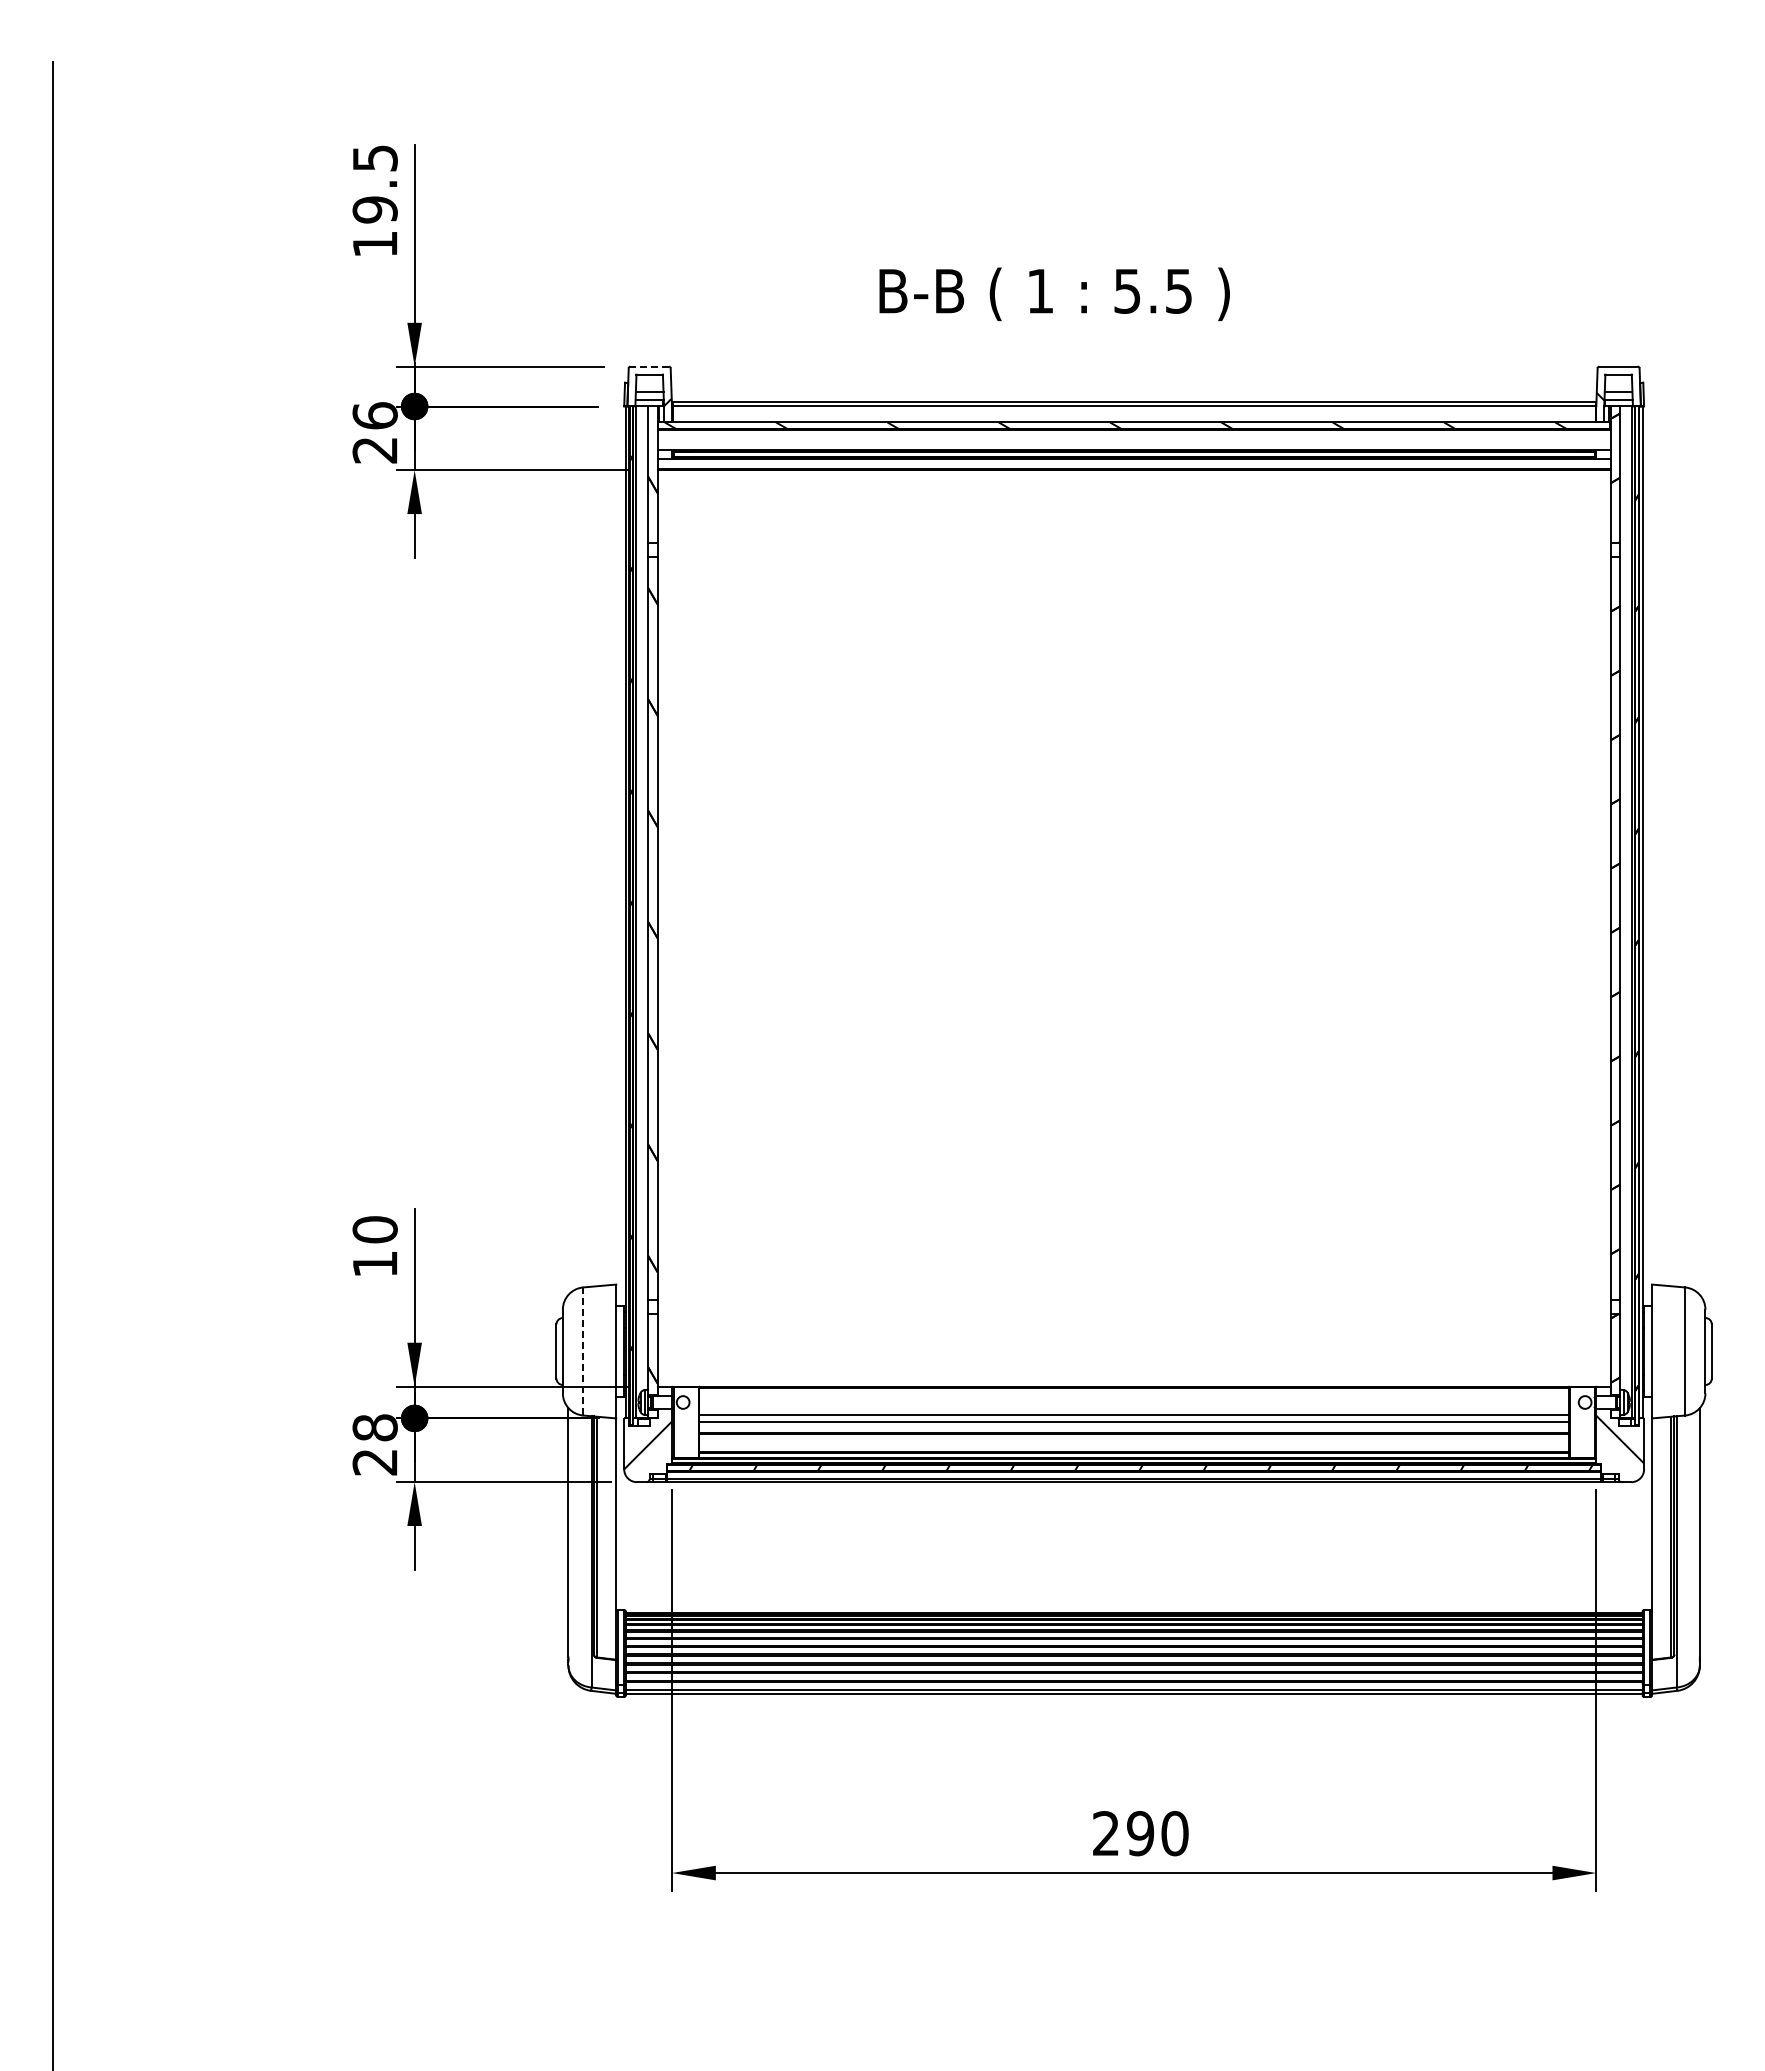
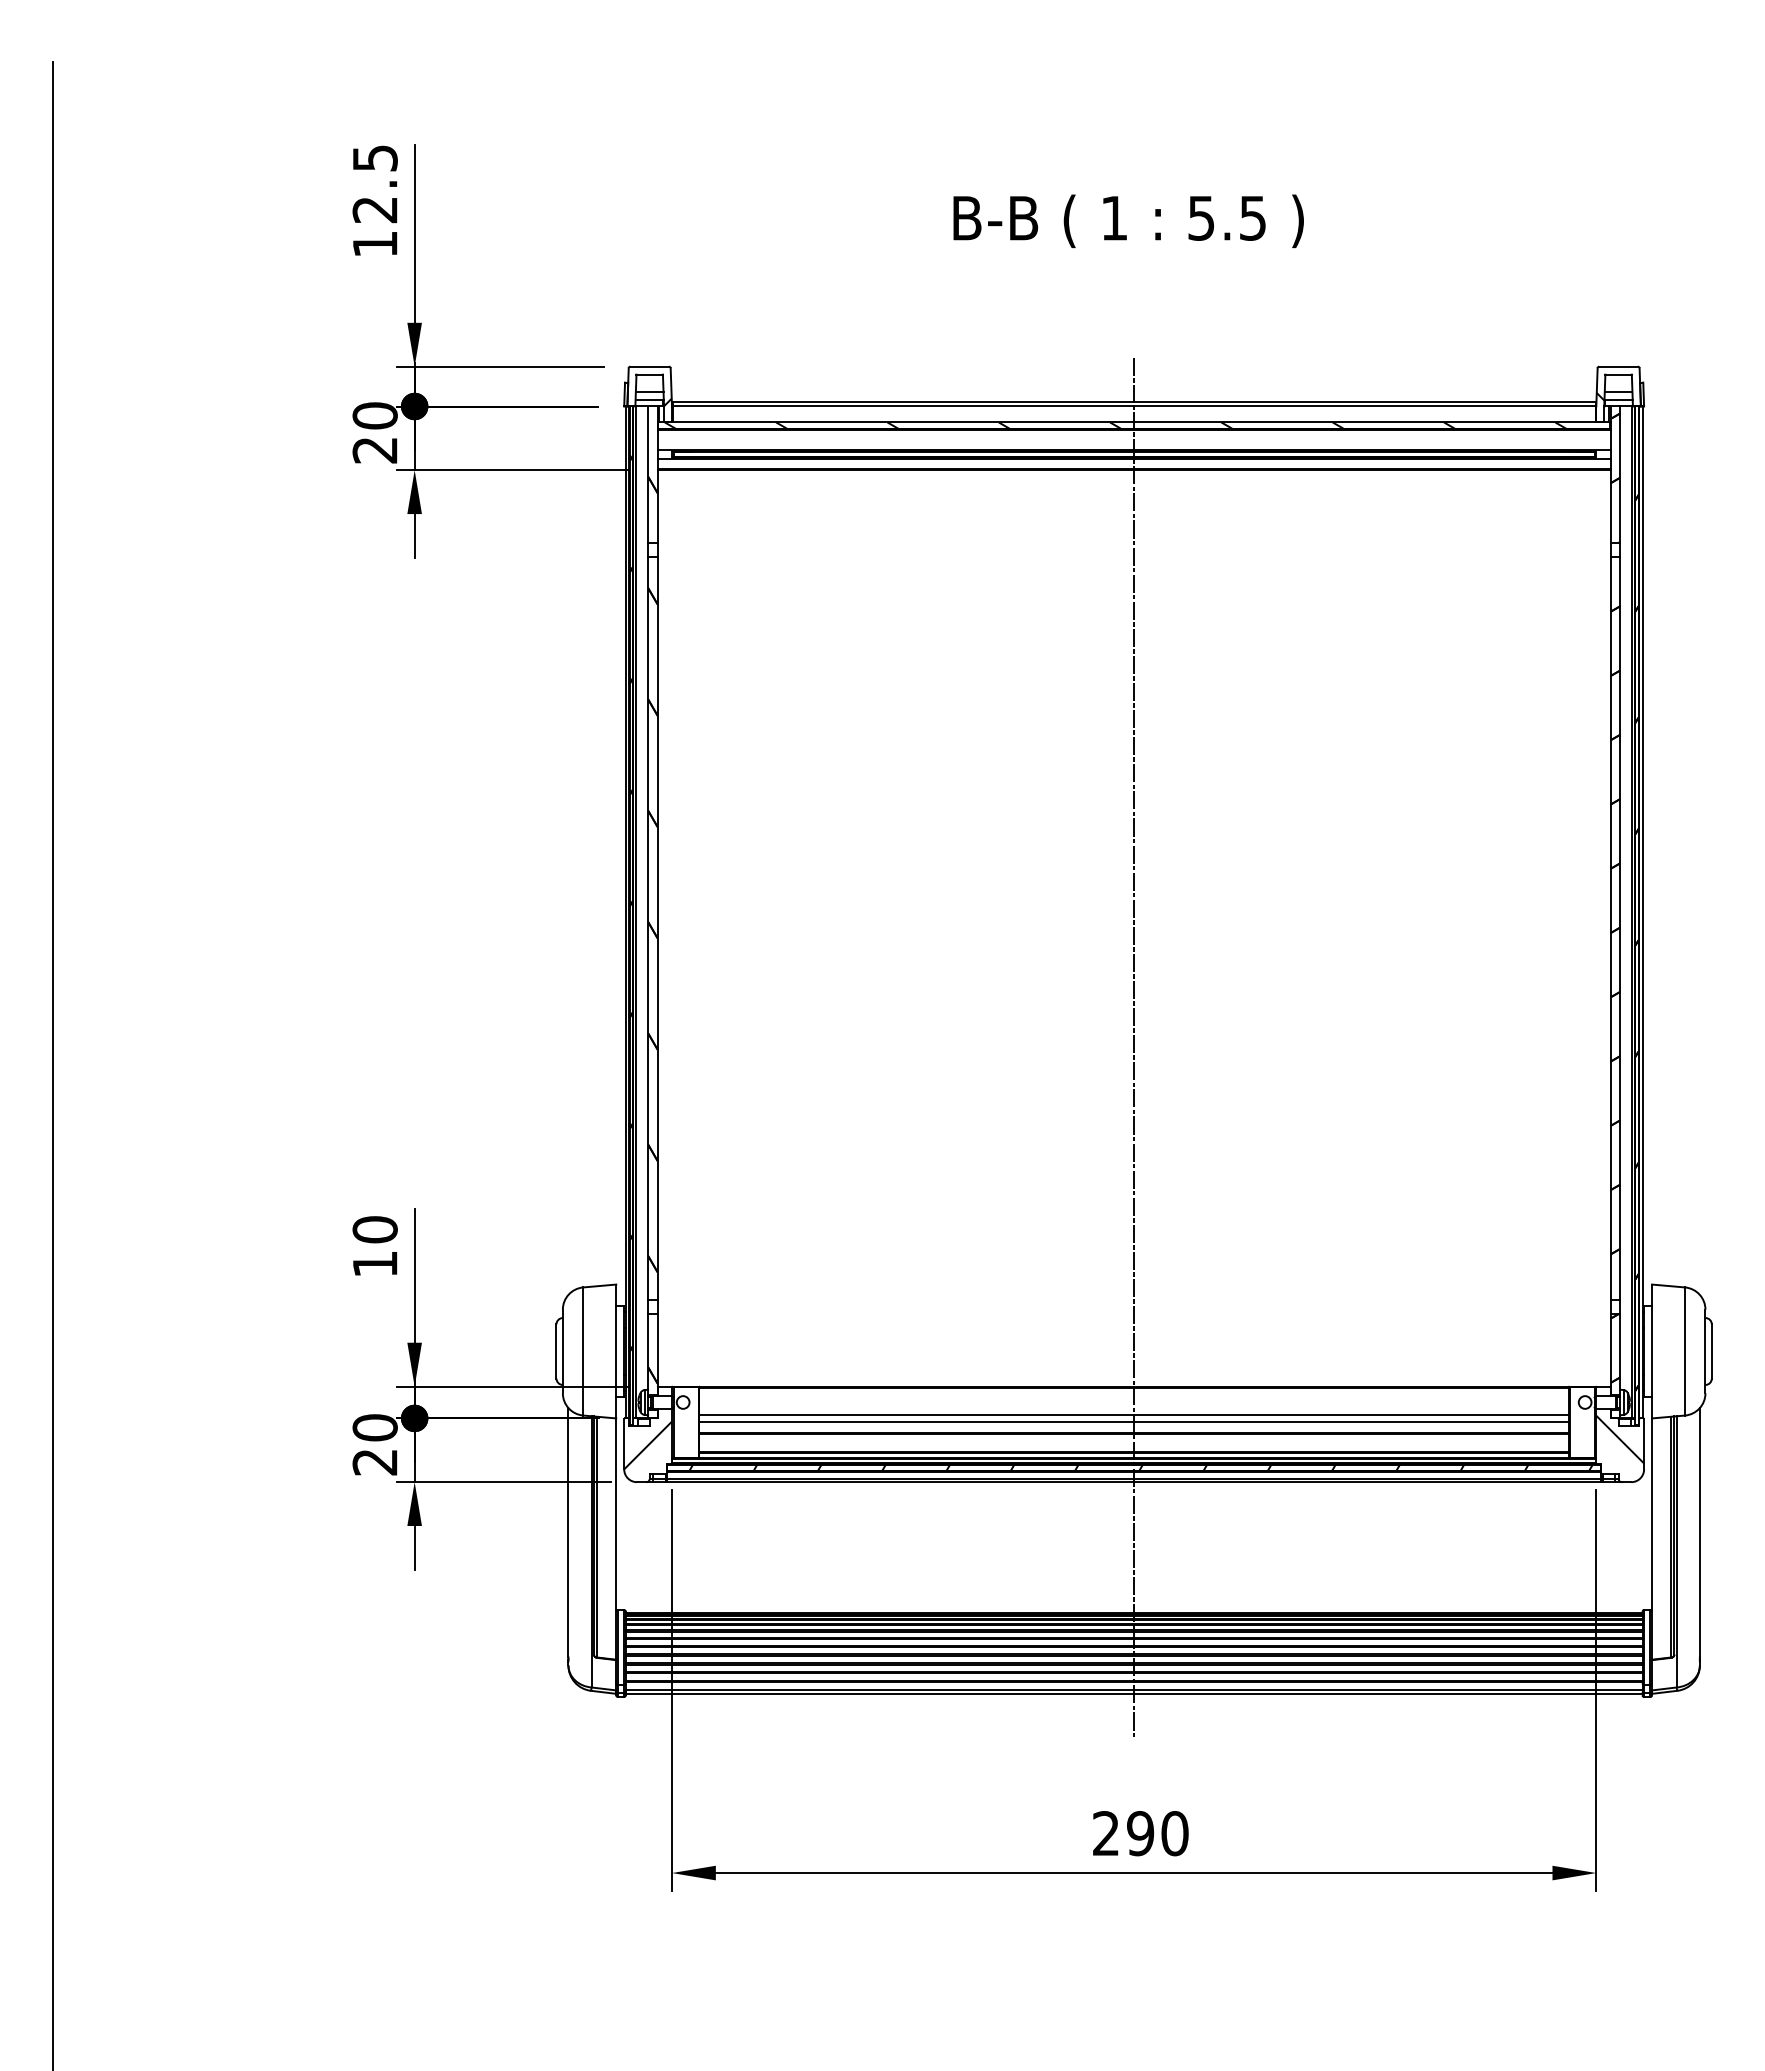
text at (374, 209): 19.5 -> 12.5
text at (1054, 293) position: (1054, 293) -> (1128, 220)
line at (649, 366): dashed -> solid
text at (374, 415): 26 -> 20
line at (1134, 1047): none -> present
line at (583, 1351): dashed -> solid
text at (374, 1427): 28 -> 20
